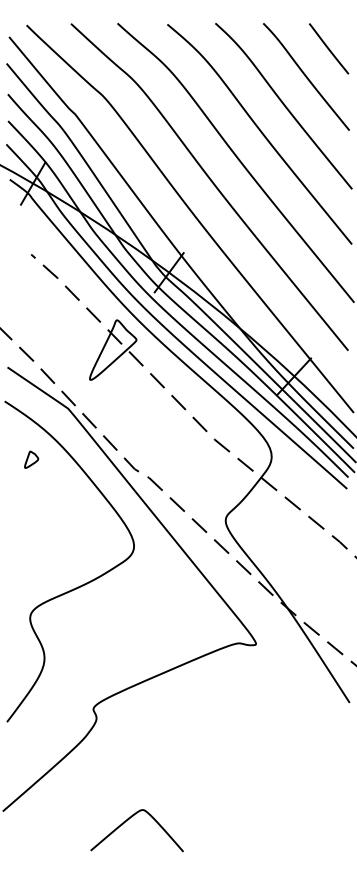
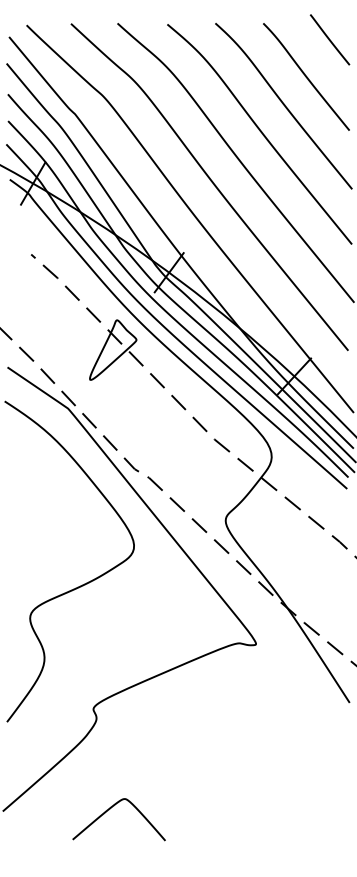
line at (328, 48) position: (328, 48) -> (329, 39)
part at (31, 459): present -> none
curve at (127, 821) position: (127, 821) -> (109, 810)
